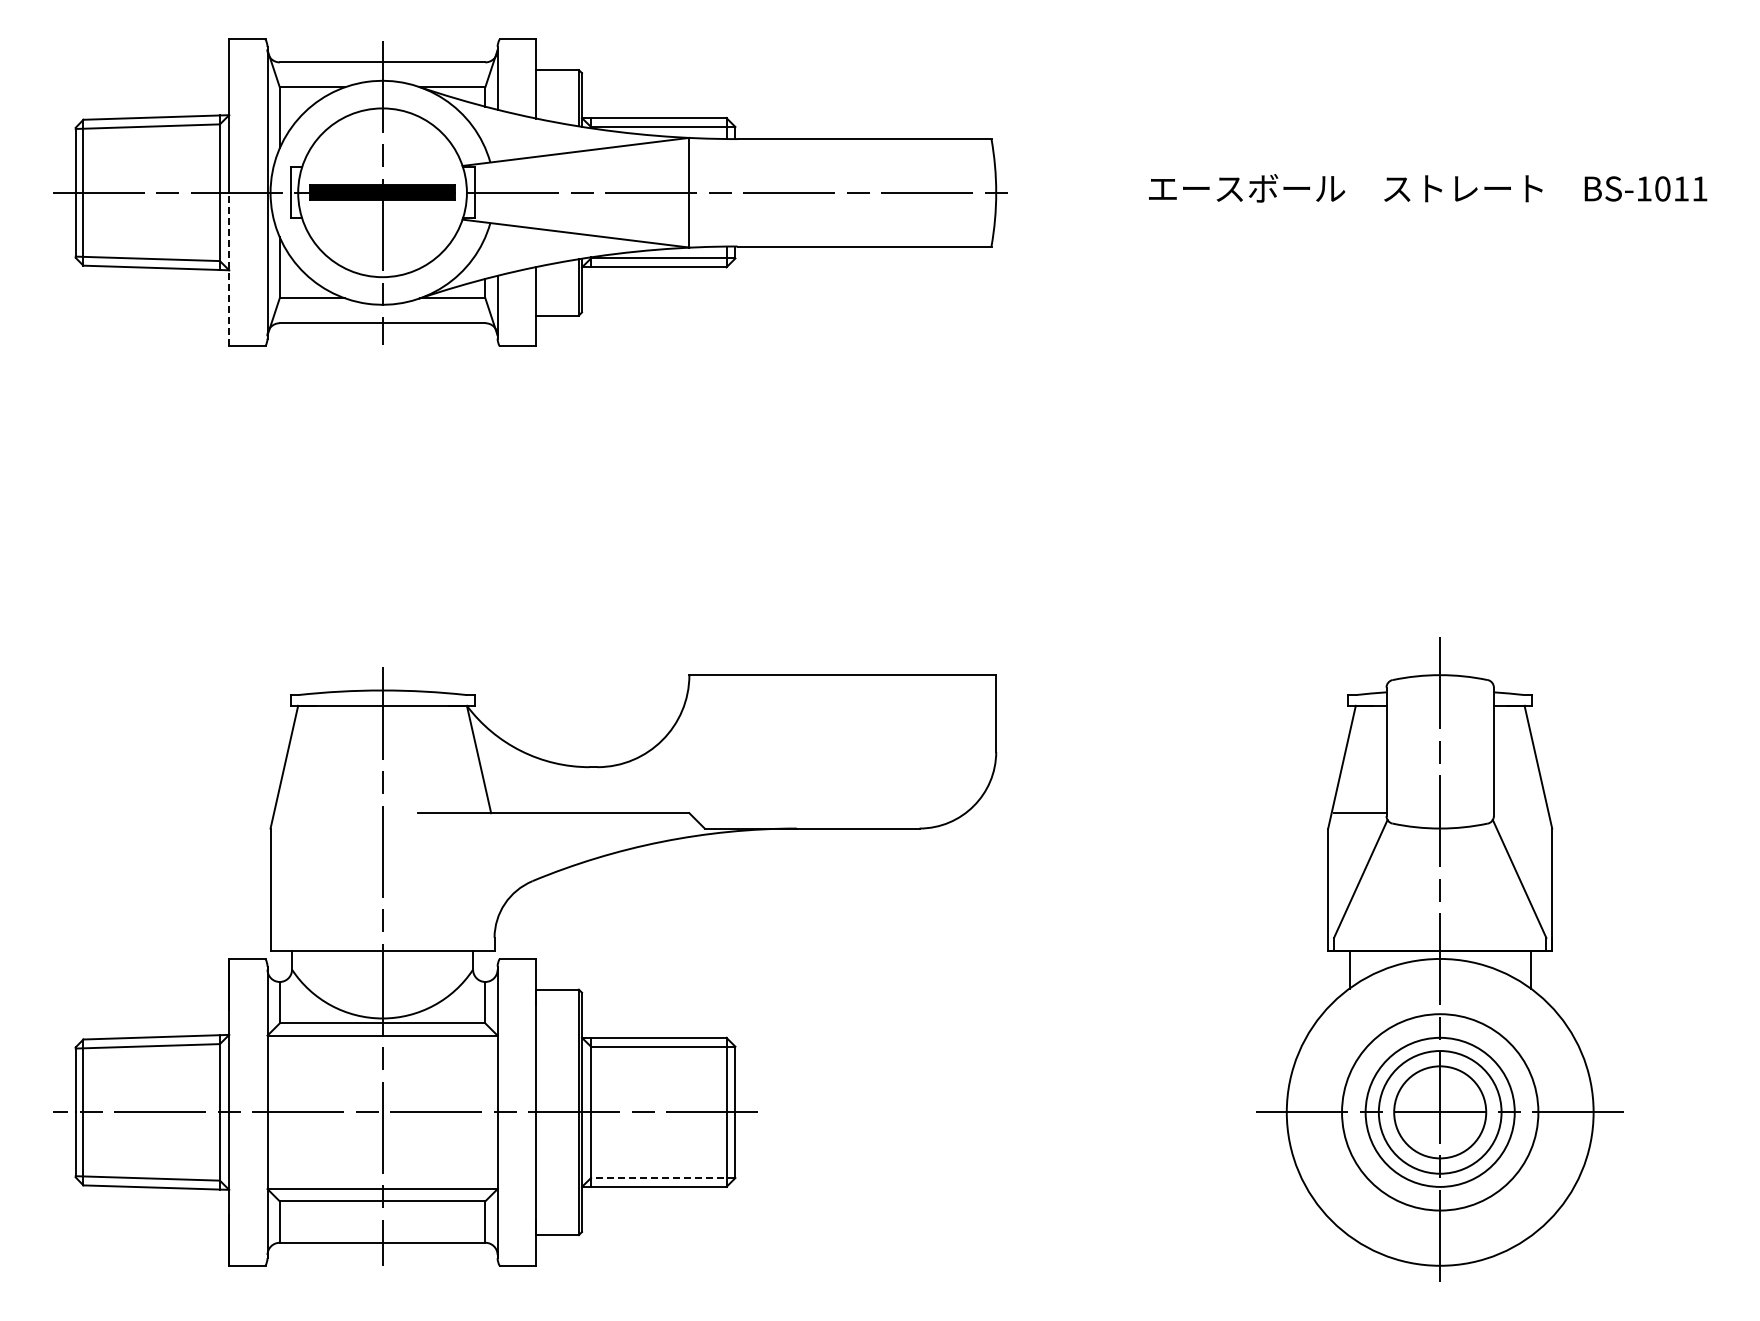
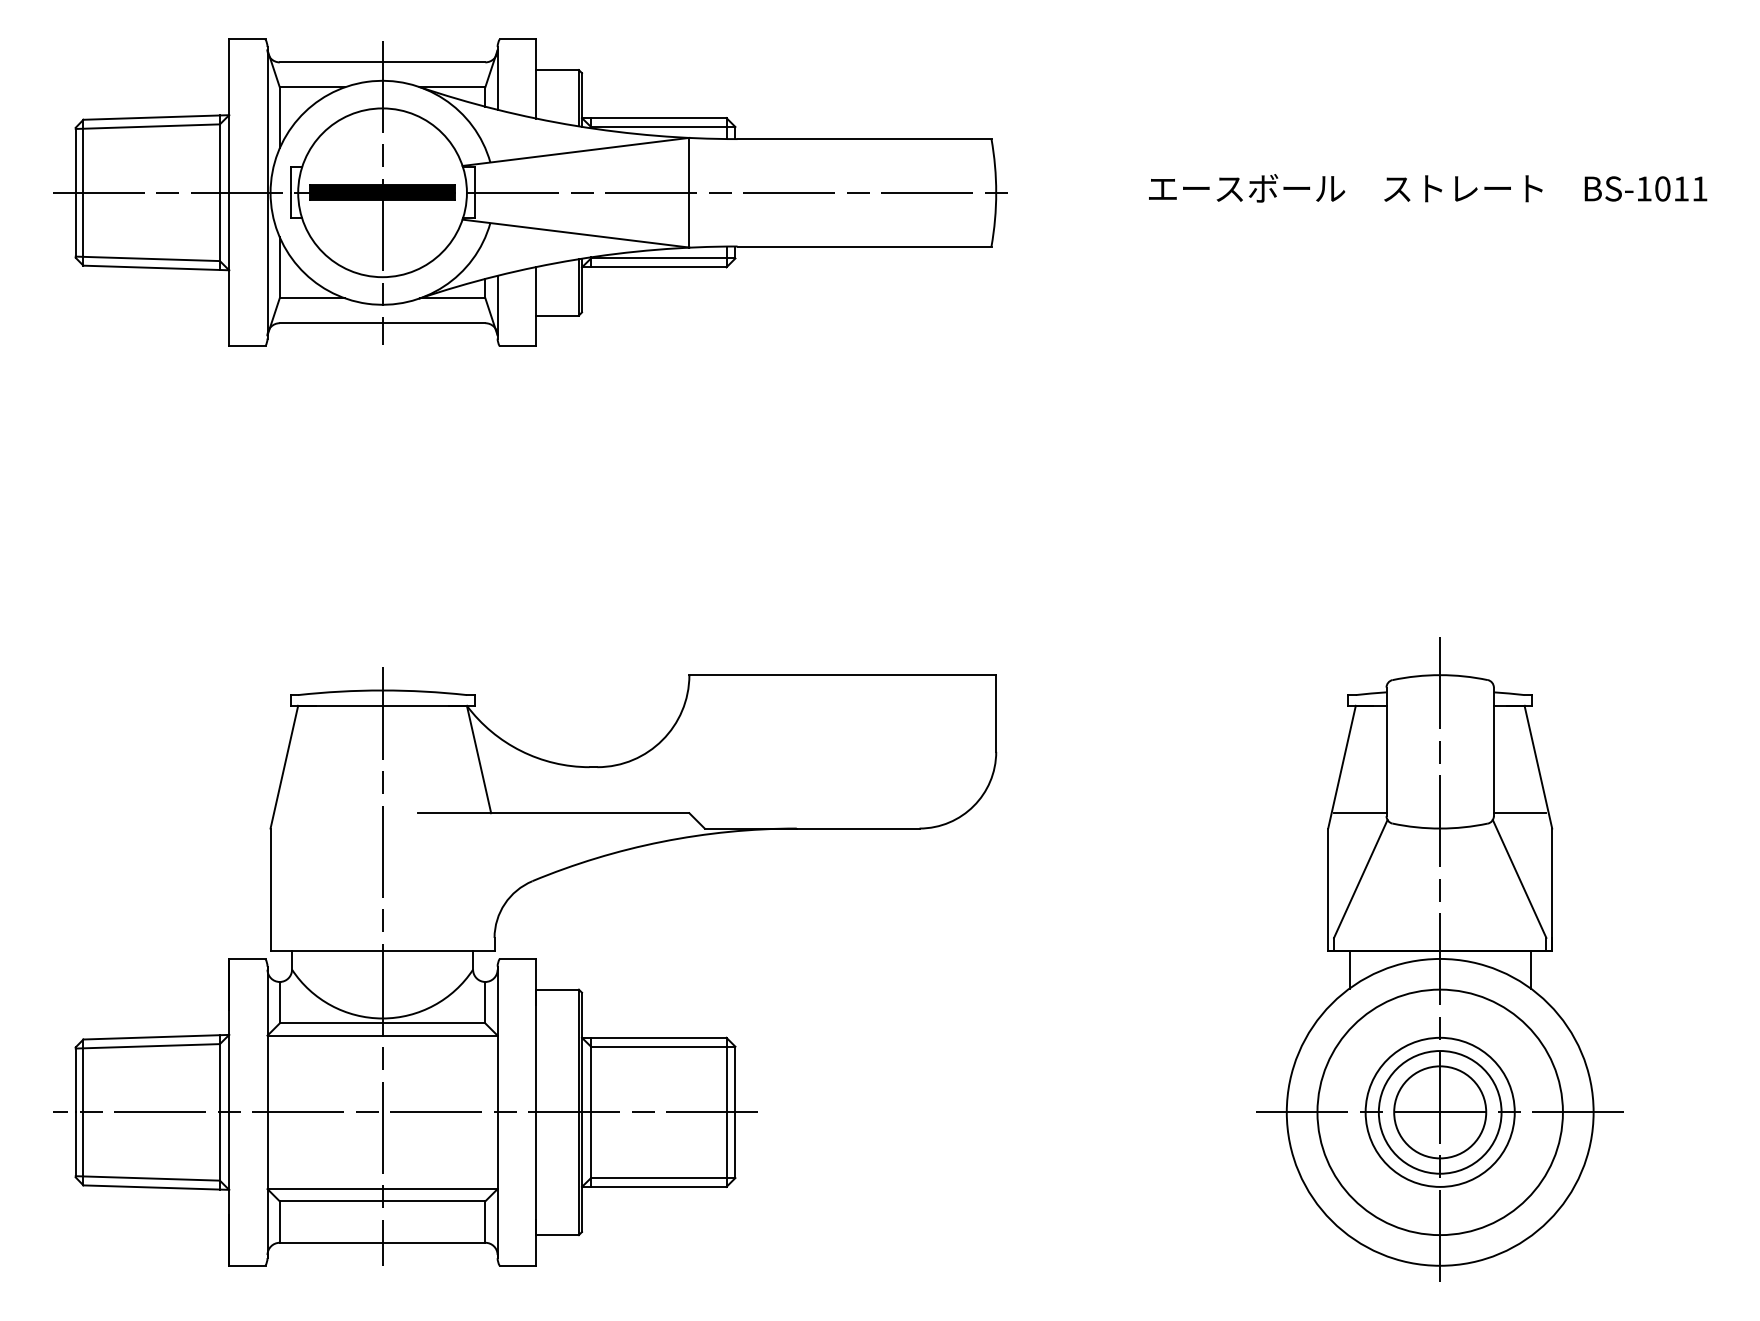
line at (229, 269): dashed -> solid
line at (1519, 813): none -> present
circle at (1440, 1112) diameter: 196 px -> 245 px
line at (662, 1178): dashed -> solid
